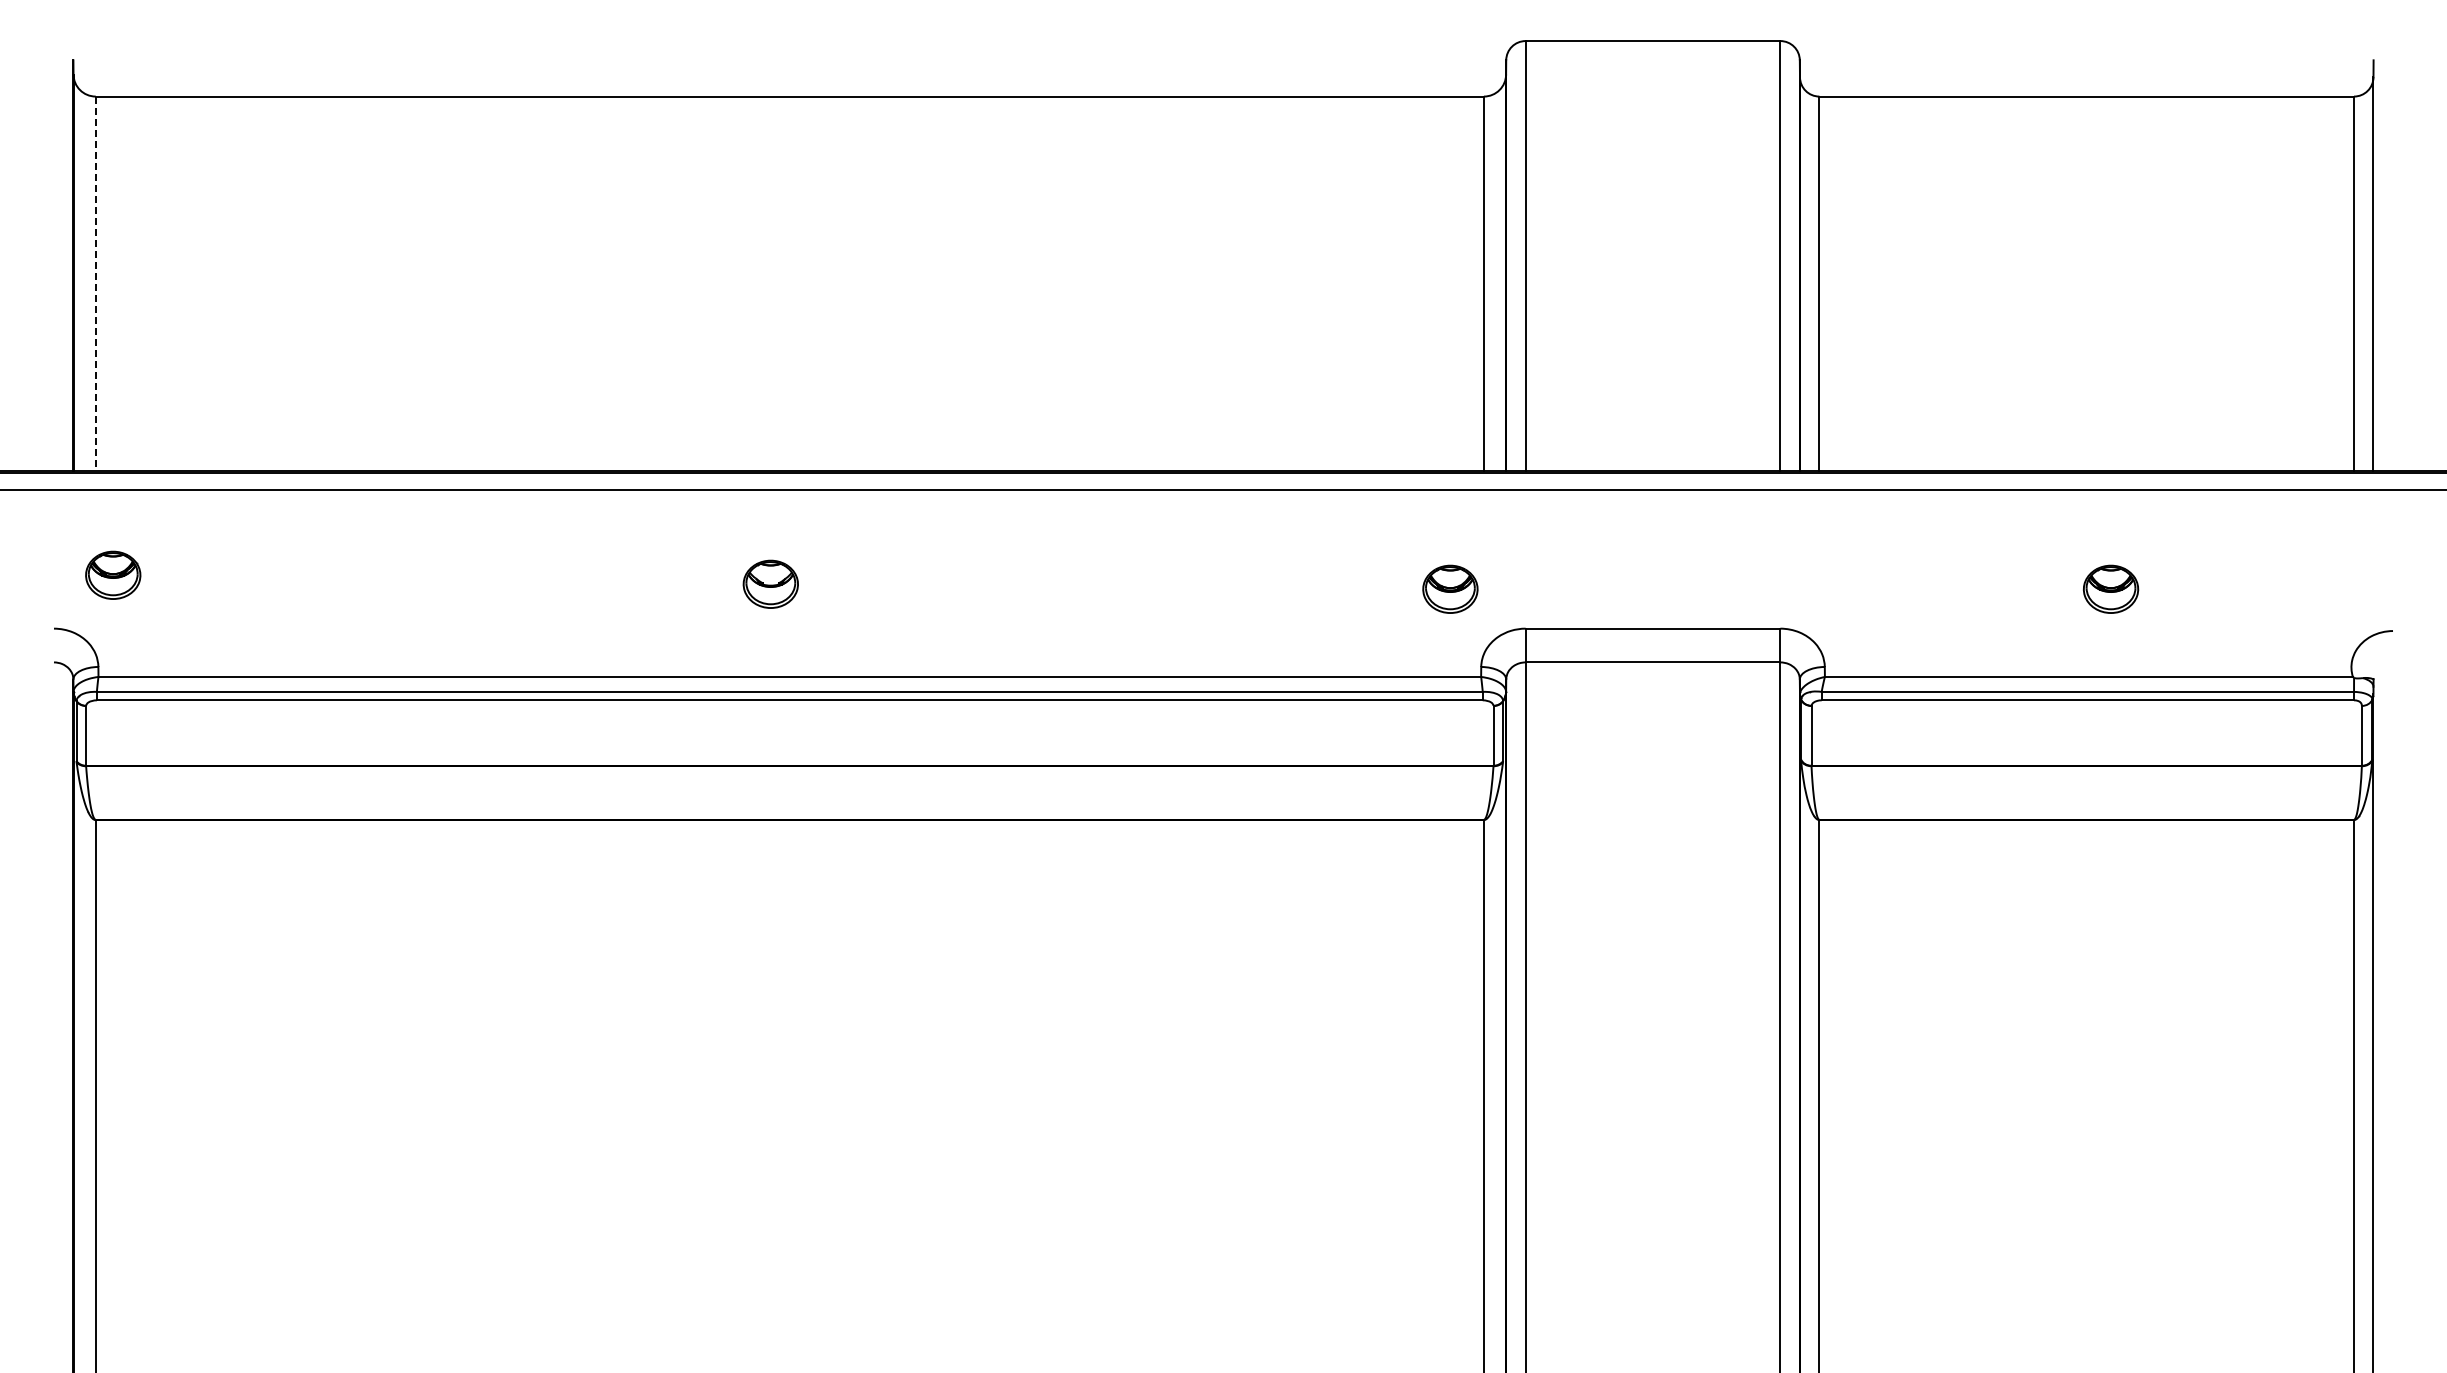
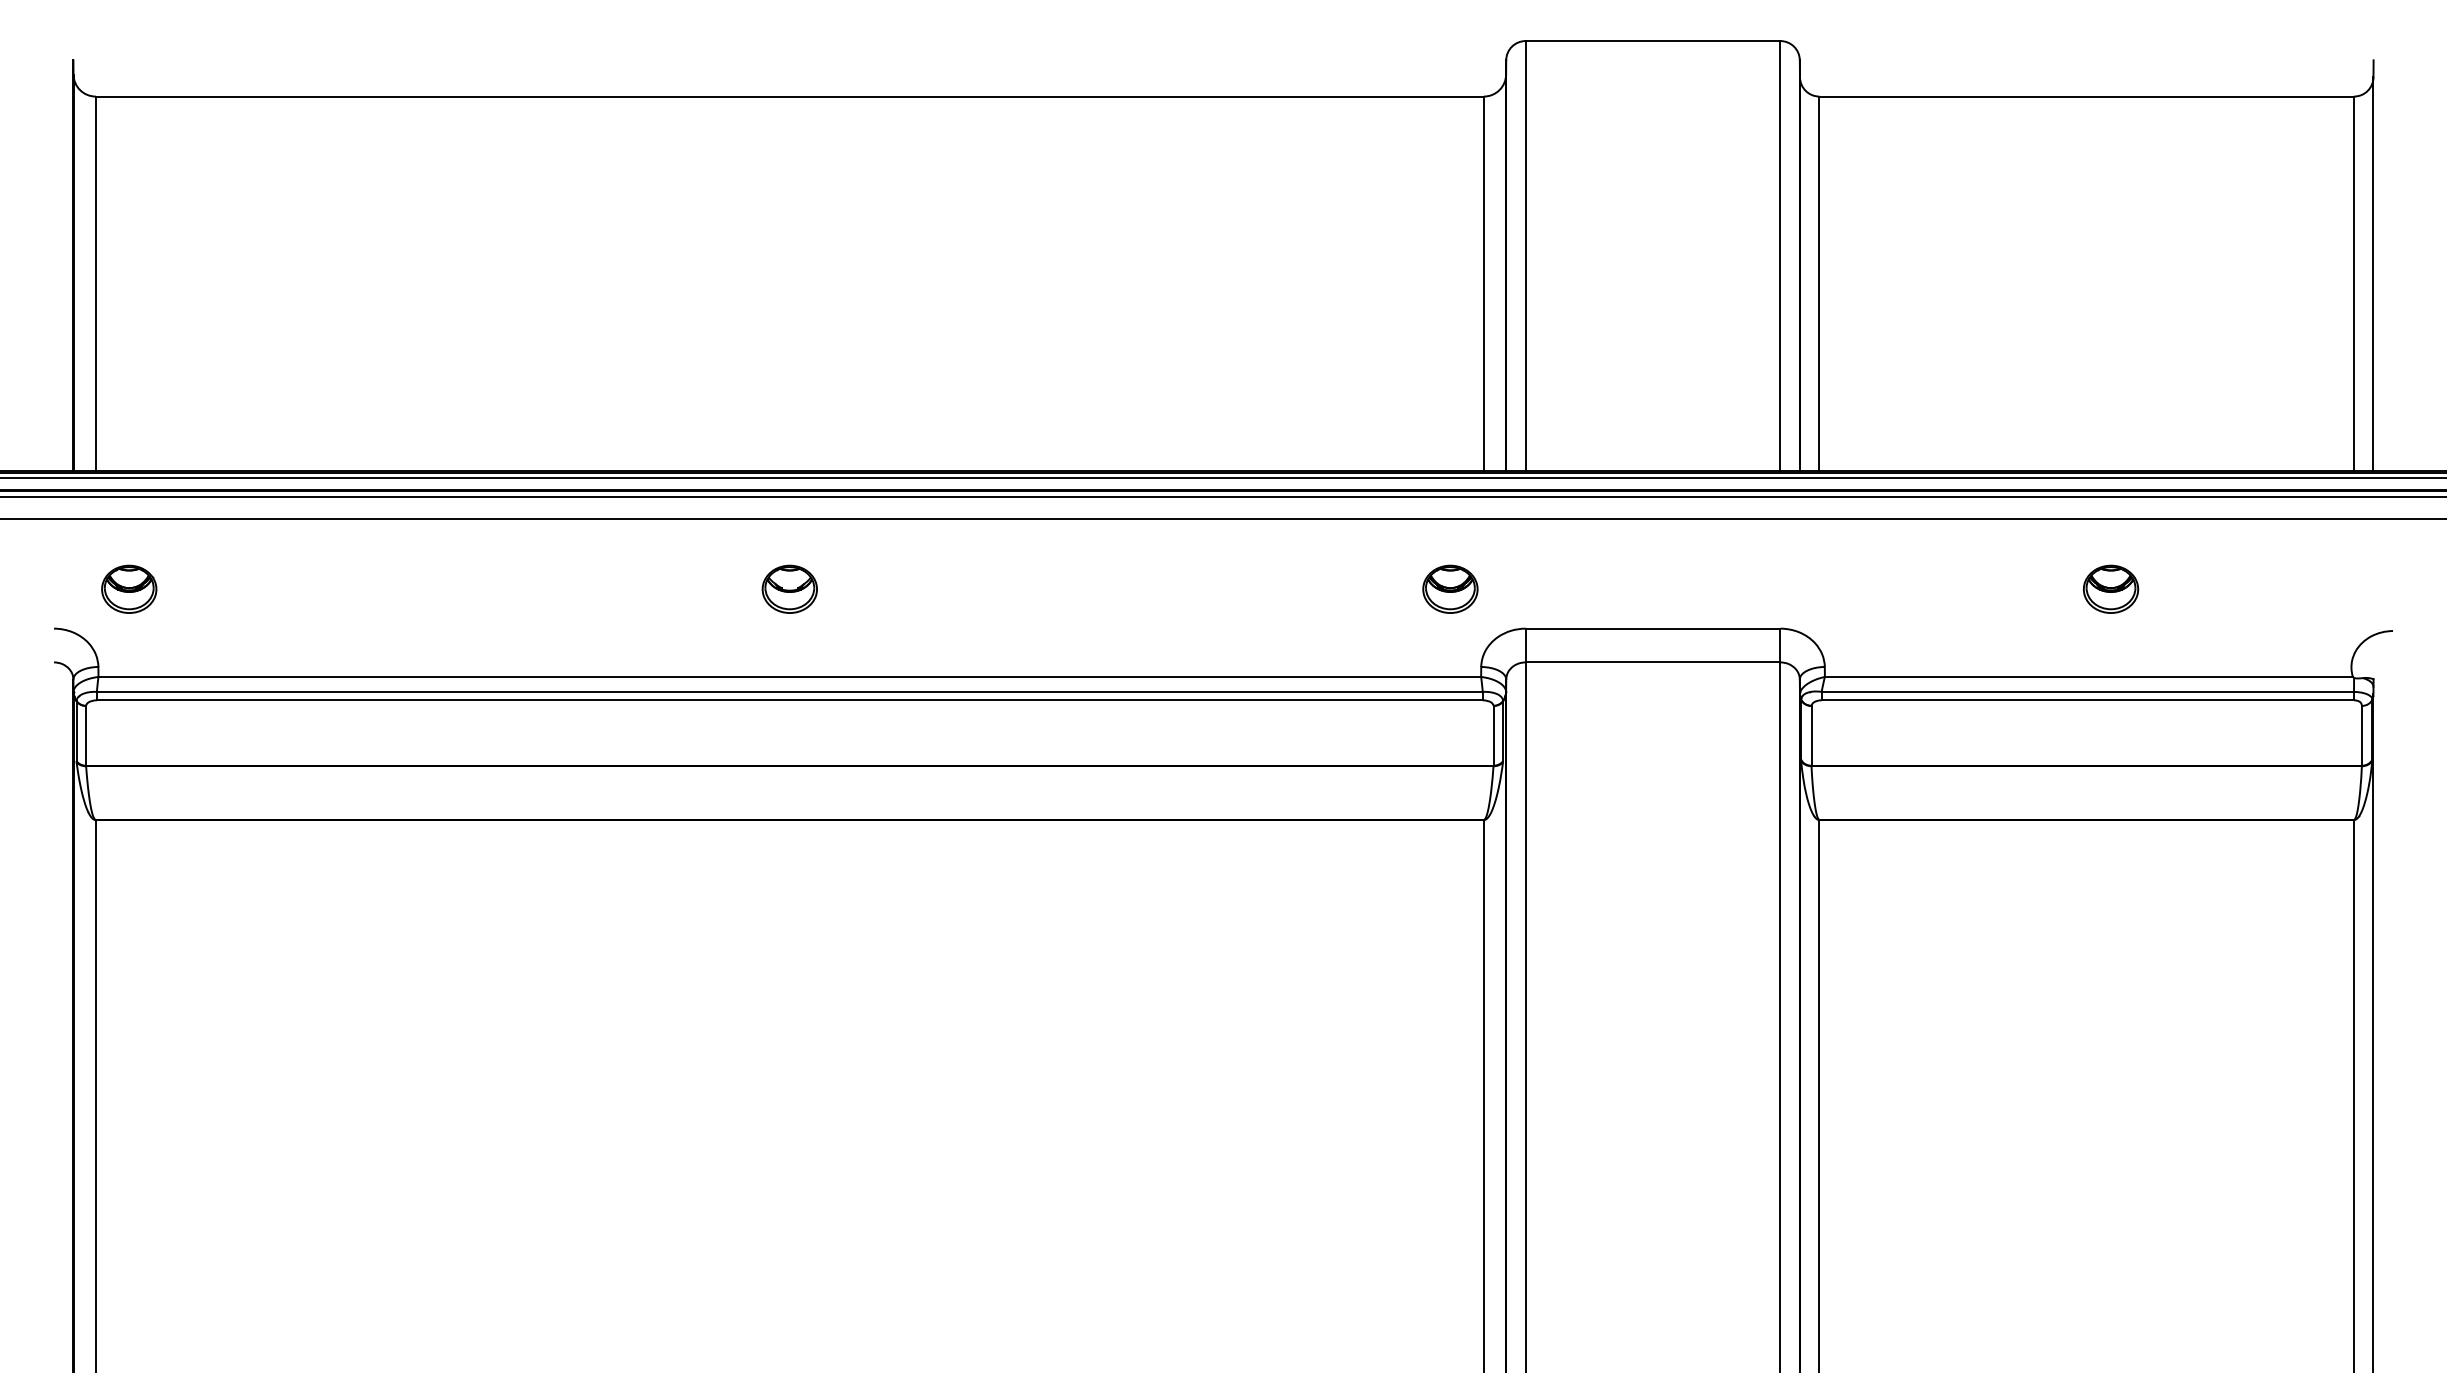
line at (95, 284): dashed -> solid
line at (1222, 478): none -> present
line at (1222, 490): none -> present
line at (1222, 496): none -> present
line at (1222, 519): none -> present
part at (113, 574) position: (113, 574) -> (129, 588)
part at (770, 583) position: (770, 583) -> (789, 588)
